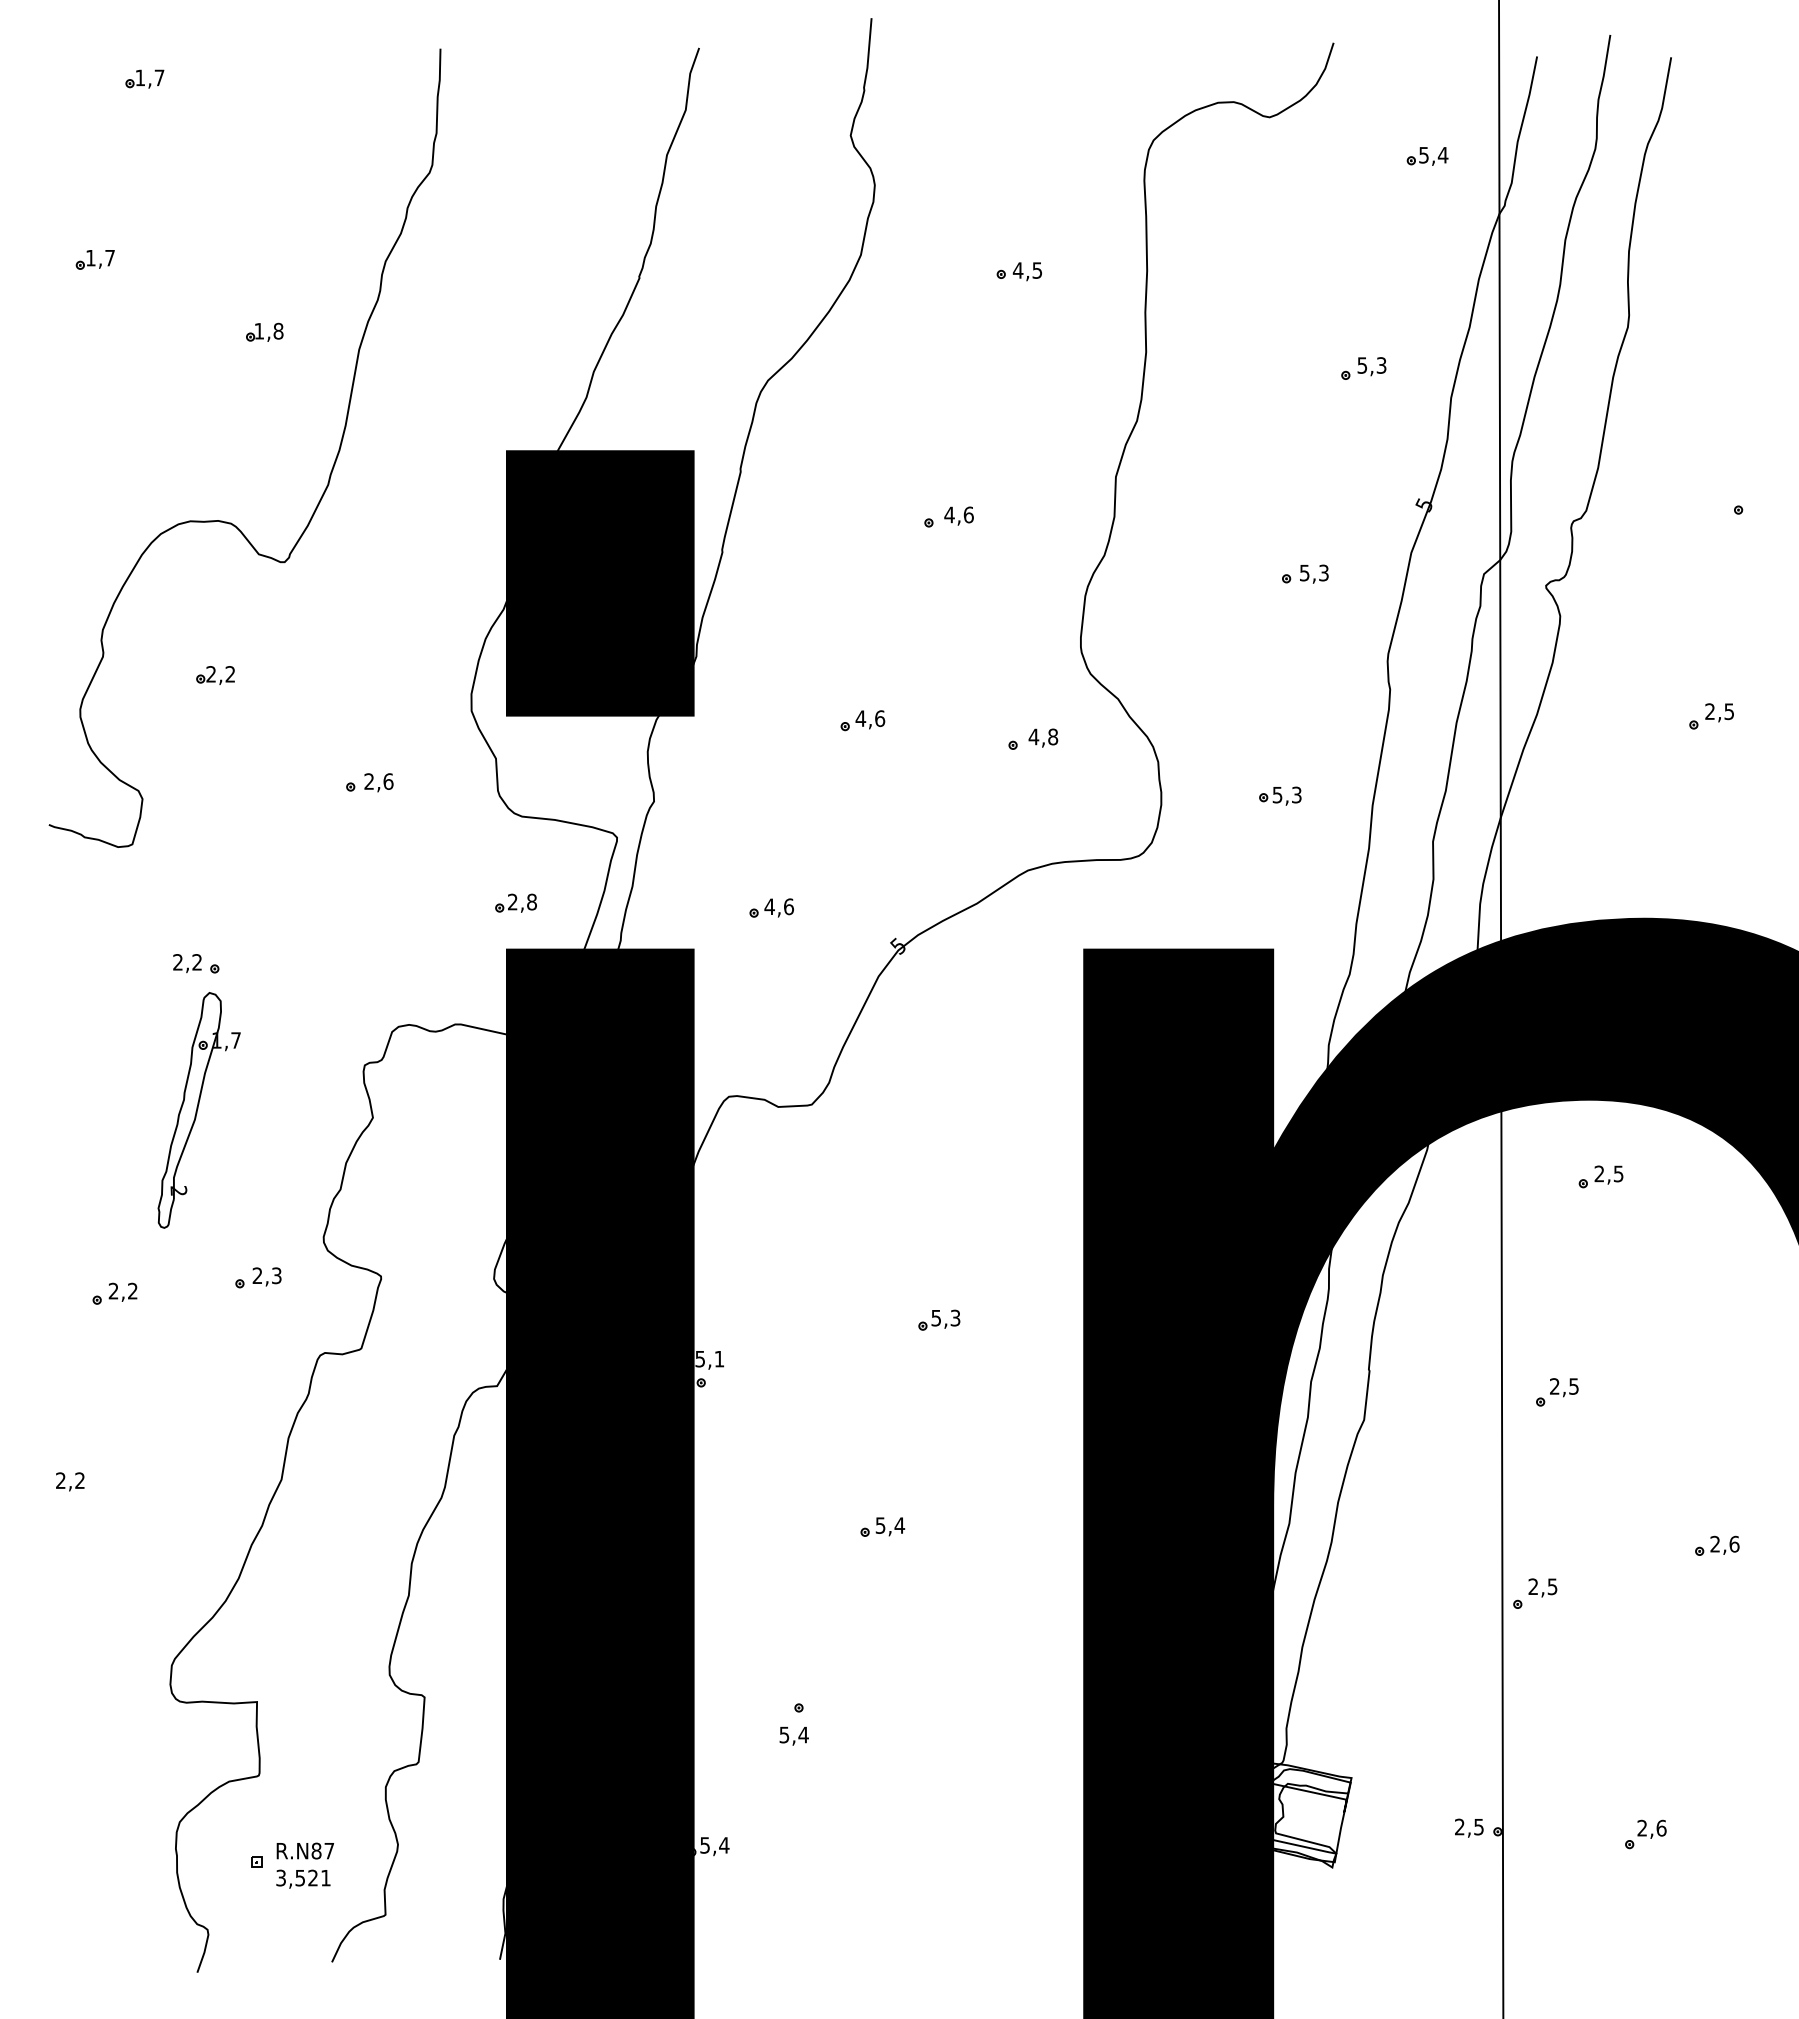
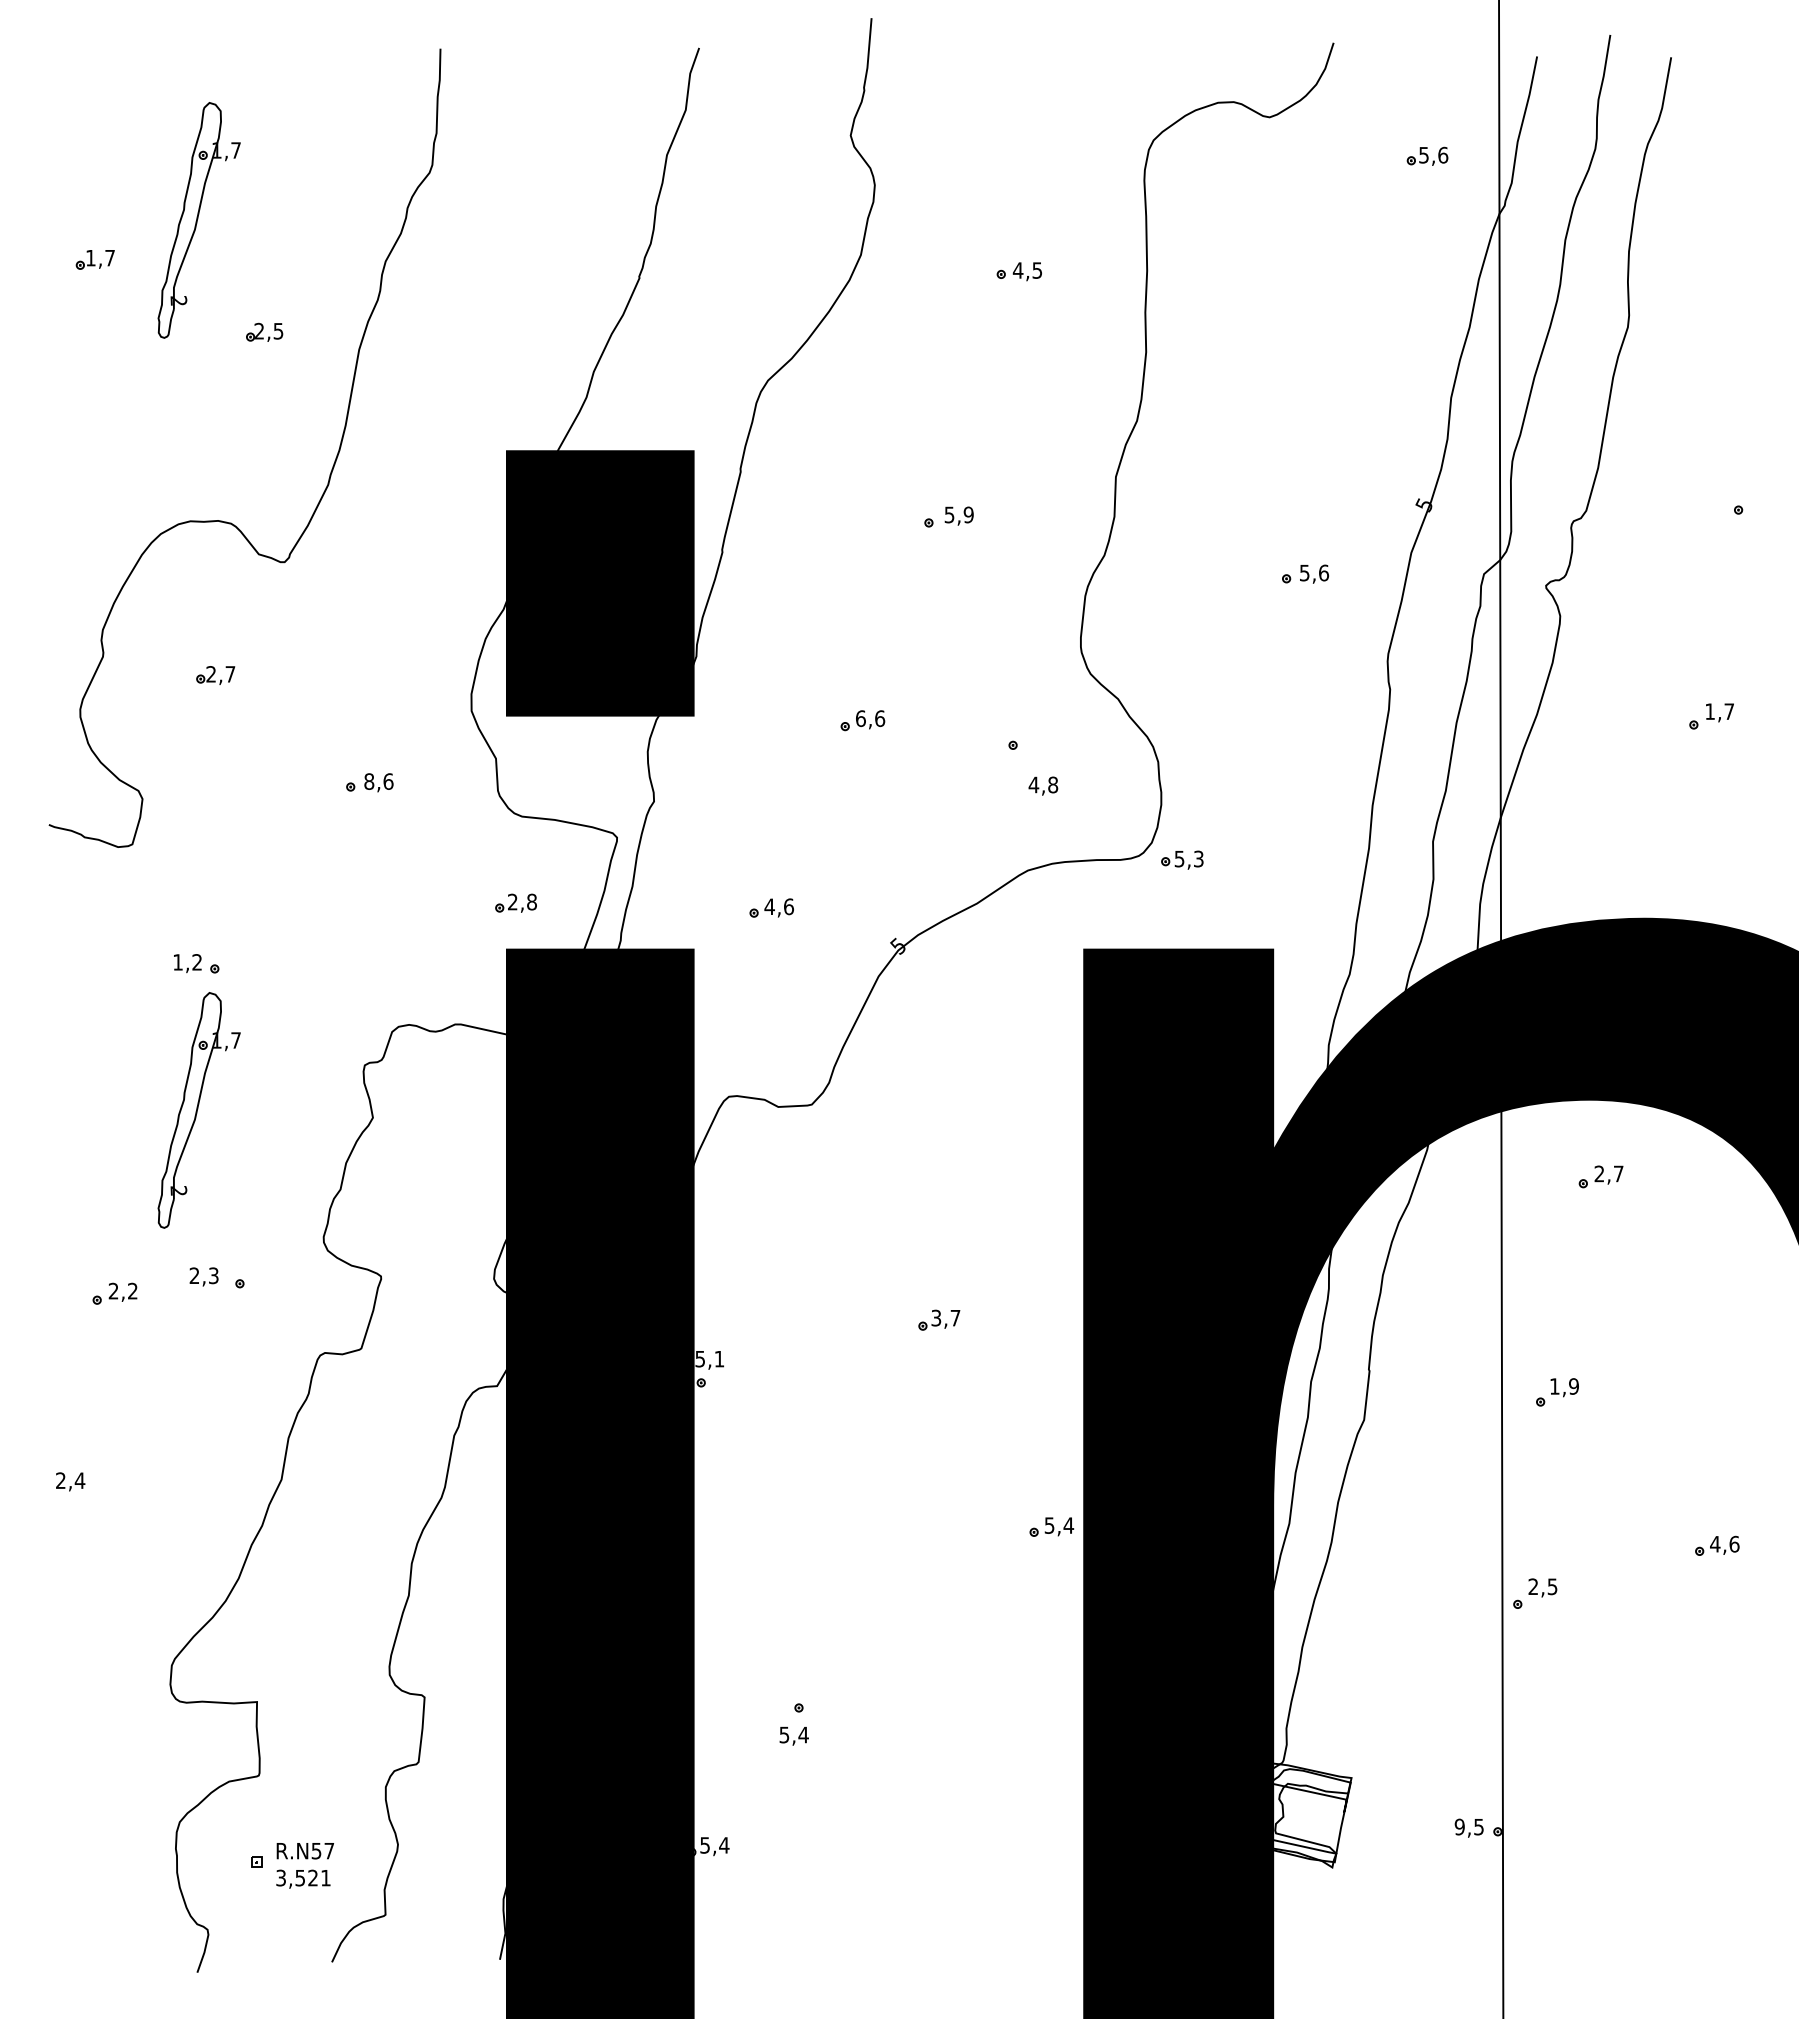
part at (144, 78): present -> none
text at (1442, 154): 5,4 -> 5,6
part at (198, 220): none -> present
text at (268, 330): 1,8 -> 2,5
part at (1363, 368): present -> none
text at (958, 514): 4,6 -> 5,9
text at (1324, 572): 5,3 -> 5,6
text at (230, 674): 2,2 -> 2,7
text at (1719, 711): 2,5 -> 1,7
text at (860, 718): 4,6 -> 6,6
text at (1043, 737) position: (1043, 737) -> (1043, 785)
text at (369, 781): 2,6 -> 8,6
part at (1280, 795) position: (1280, 795) -> (1182, 859)
text at (177, 962): 2,2 -> 1,2
text at (1618, 1173): 2,5 -> 2,7
text at (266, 1276) position: (266, 1276) -> (203, 1276)
text at (946, 1317): 5,3 -> 3,7
text at (1564, 1386): 2,5 -> 1,9
text at (79, 1480): 2,2 -> 2,4
part at (882, 1526) position: (882, 1526) -> (1051, 1526)
text at (1715, 1543): 2,6 -> 4,6
text at (1459, 1826): 2,5 -> 9,5
part at (1645, 1834): present -> none
text at (316, 1850): R.N87 -> R.N57
